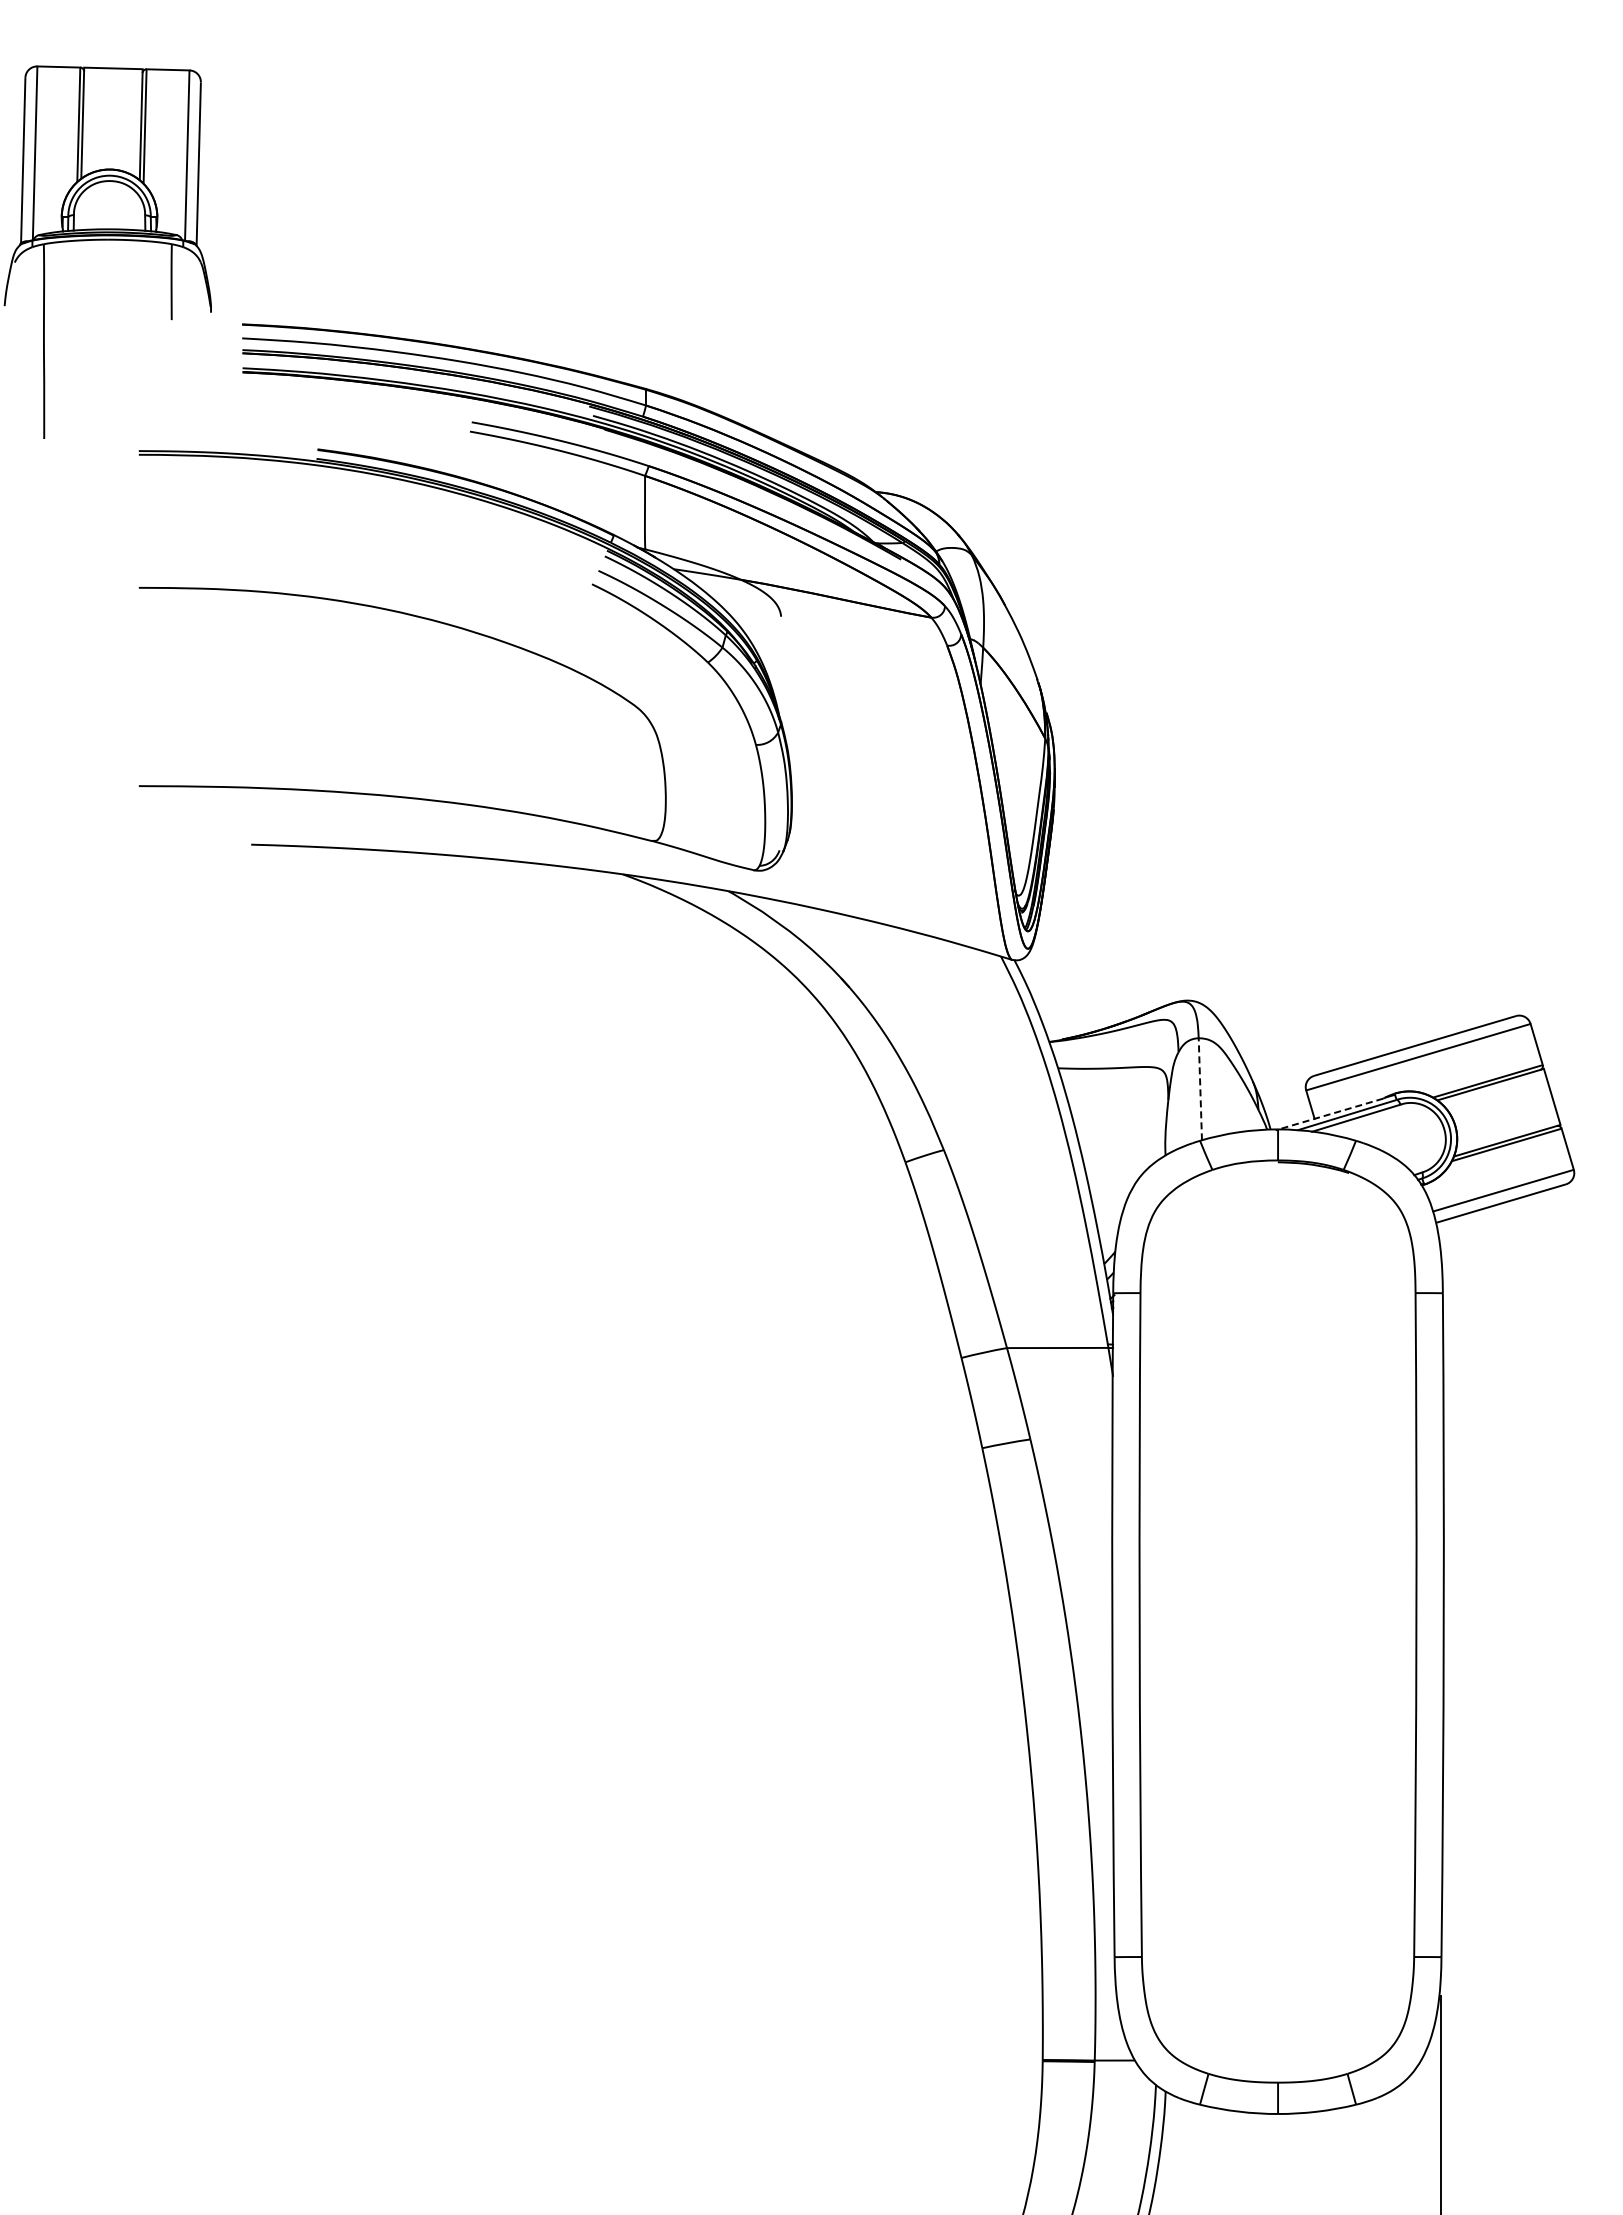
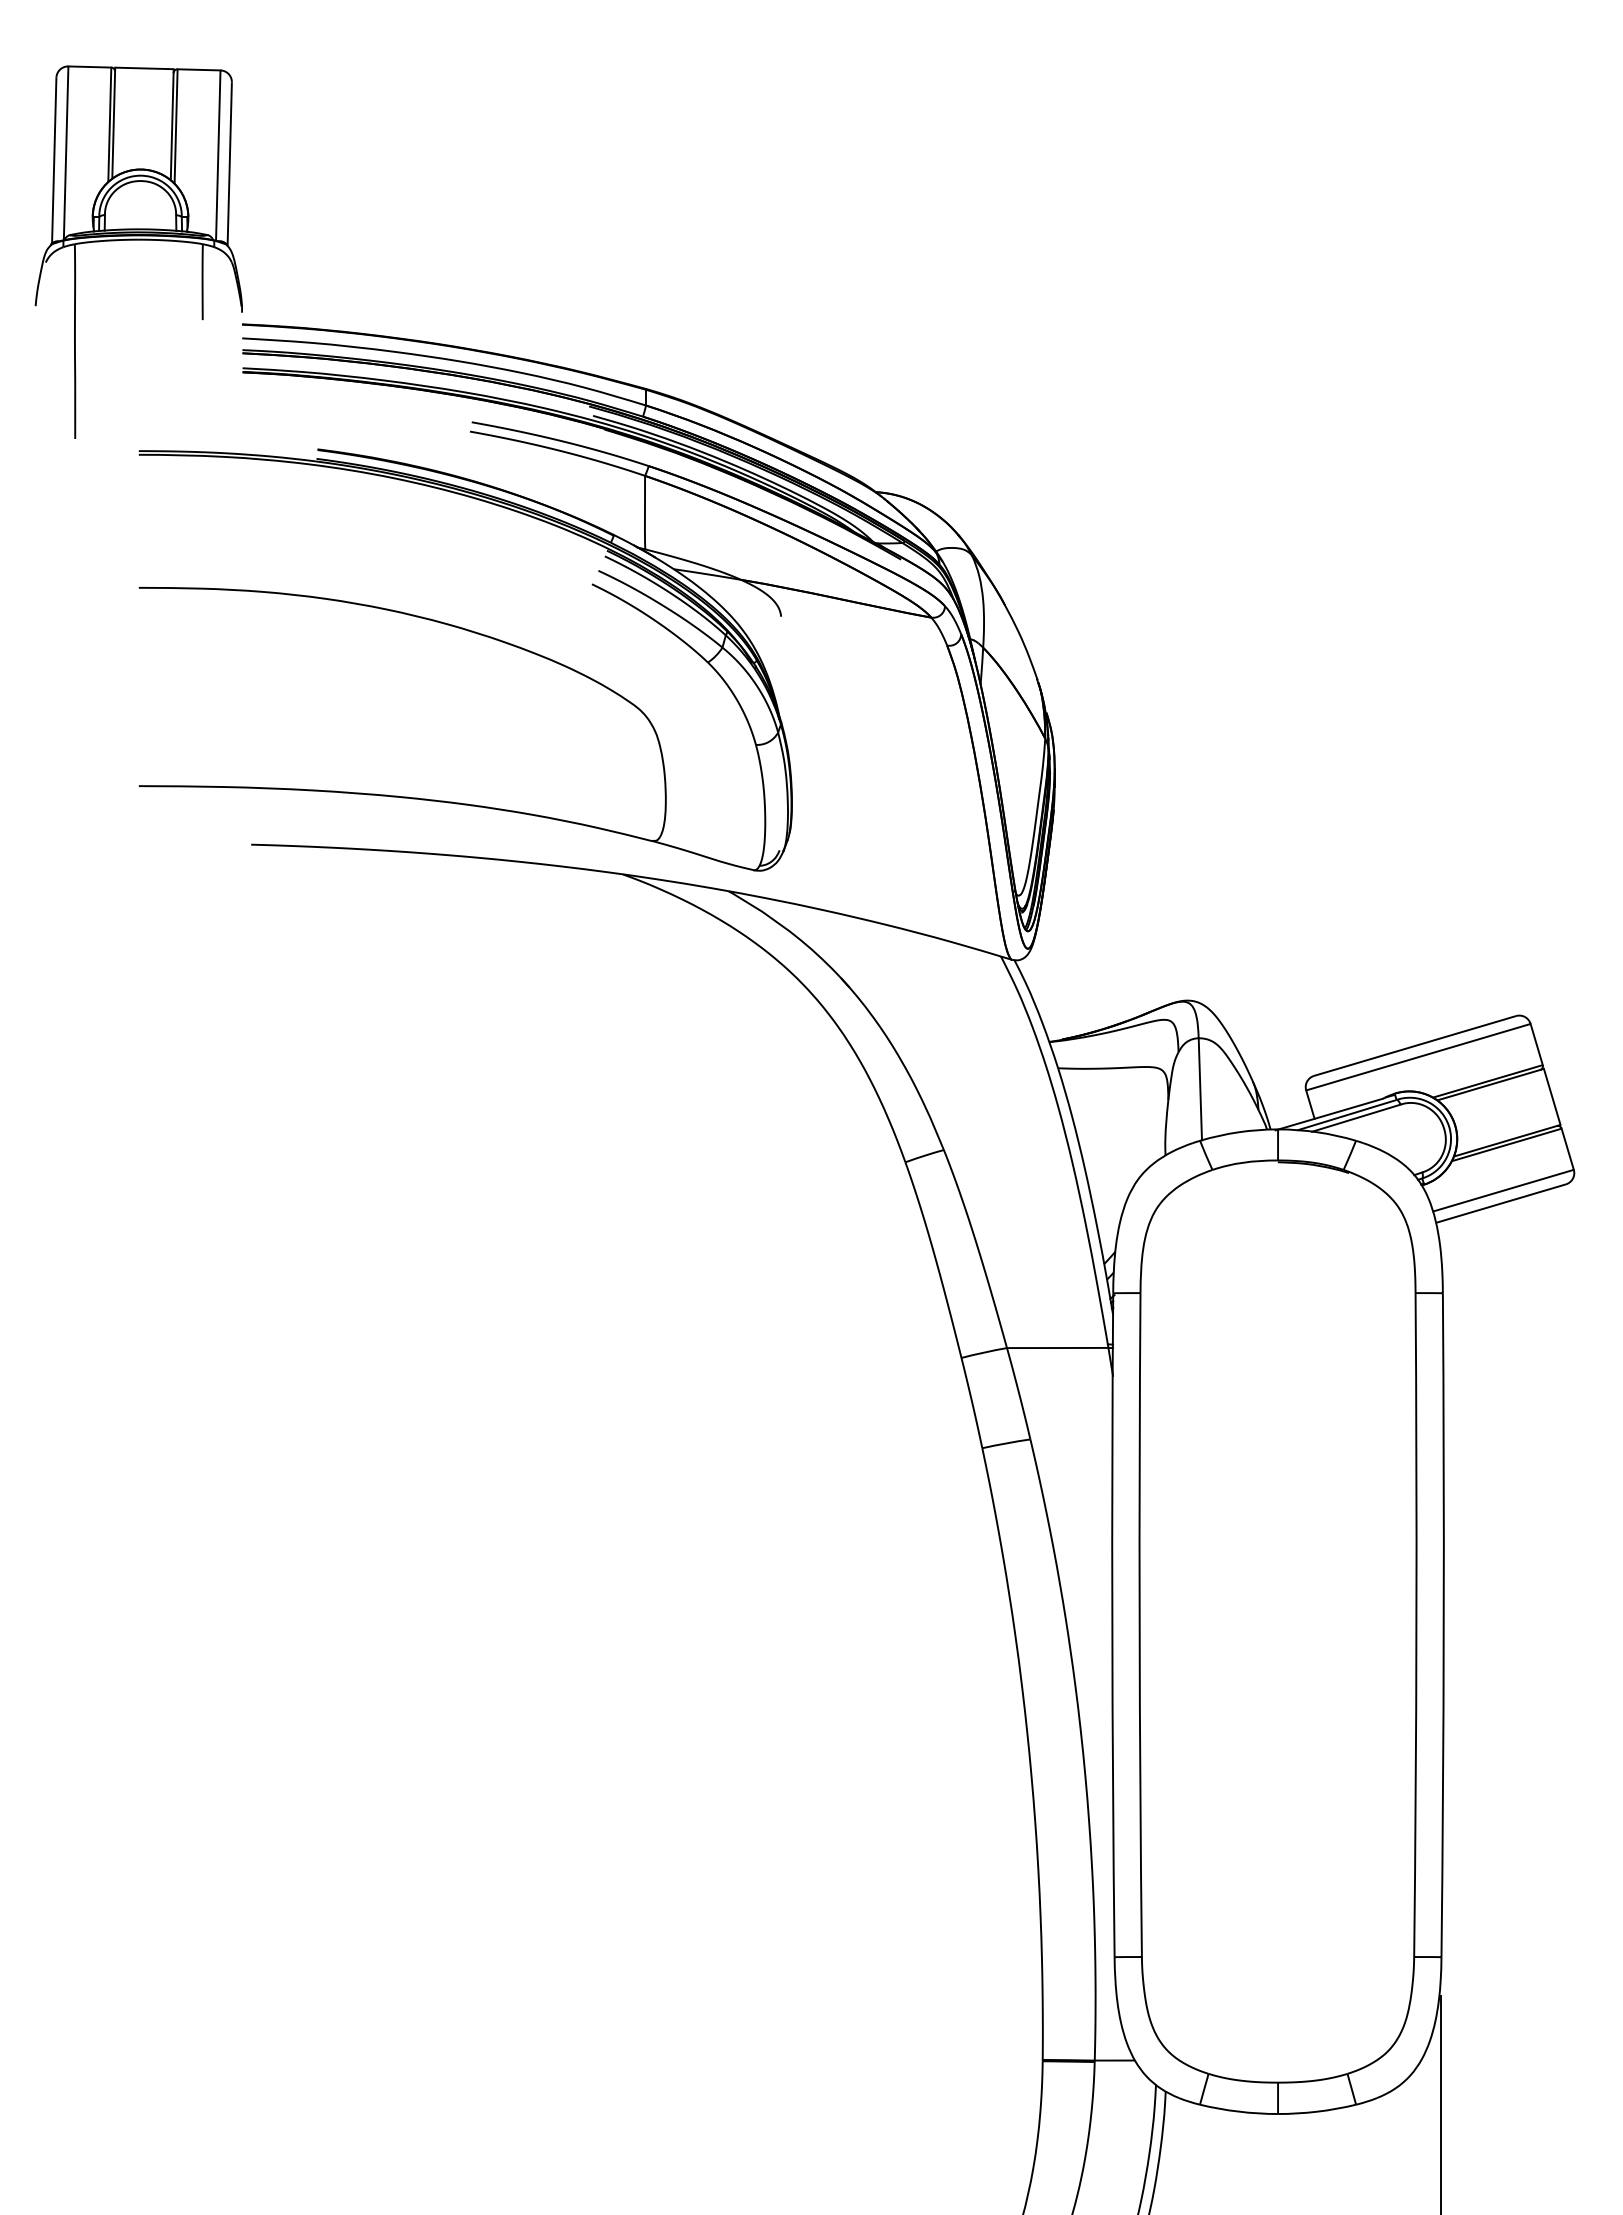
part at (107, 240) position: (107, 240) -> (138, 240)
line at (1200, 1088): dashed -> solid
line at (1328, 1114): dashed -> solid
